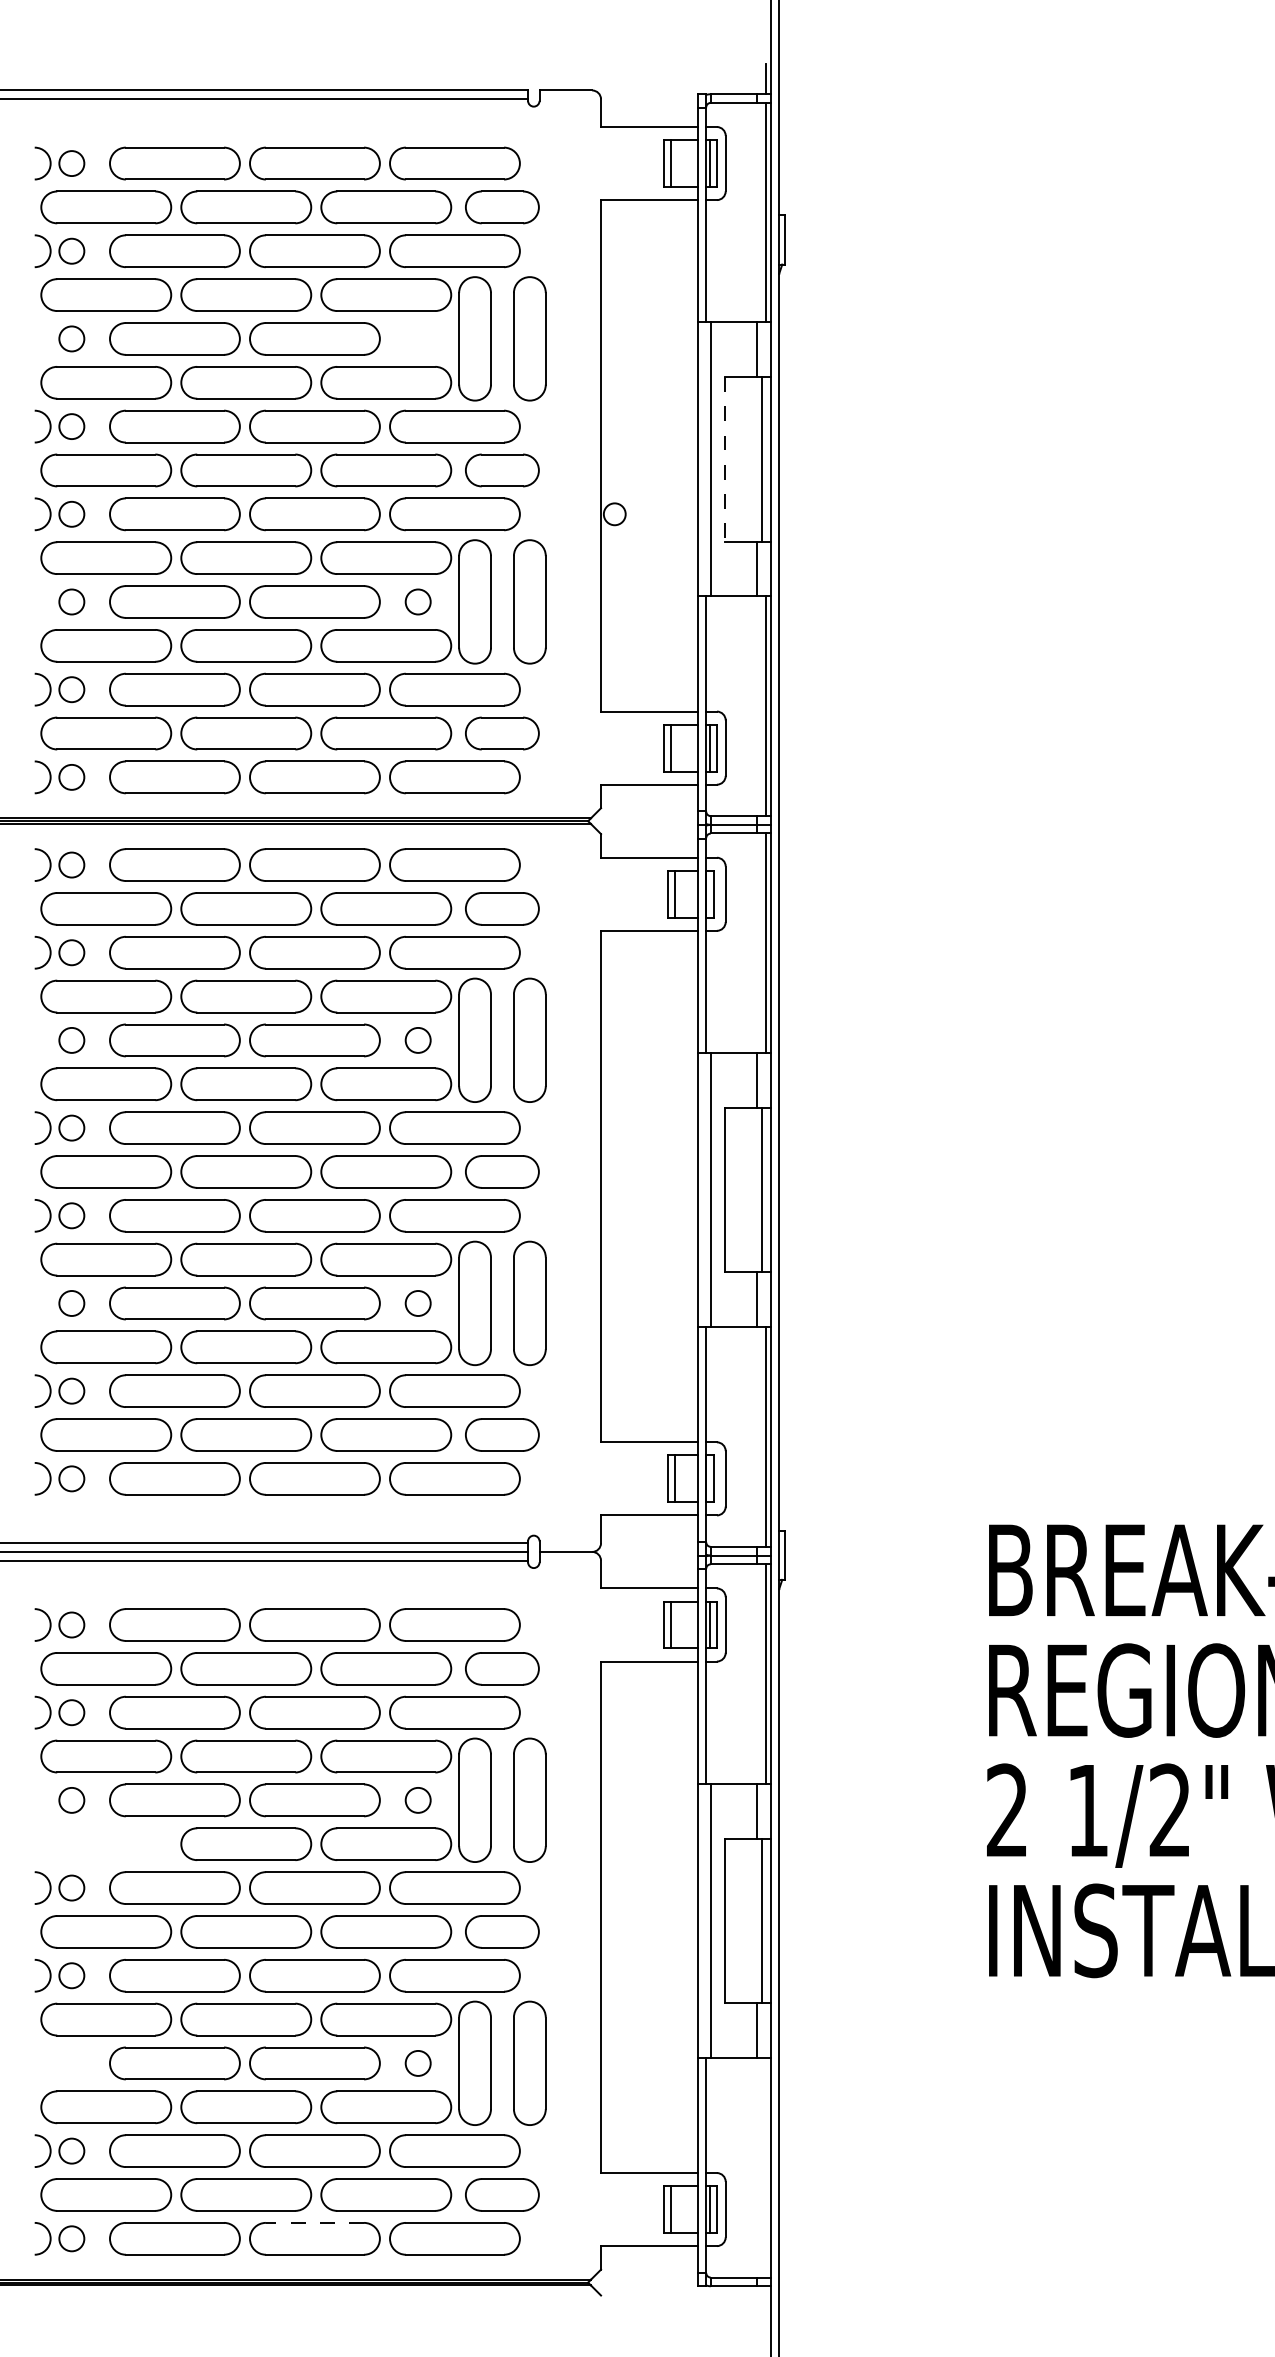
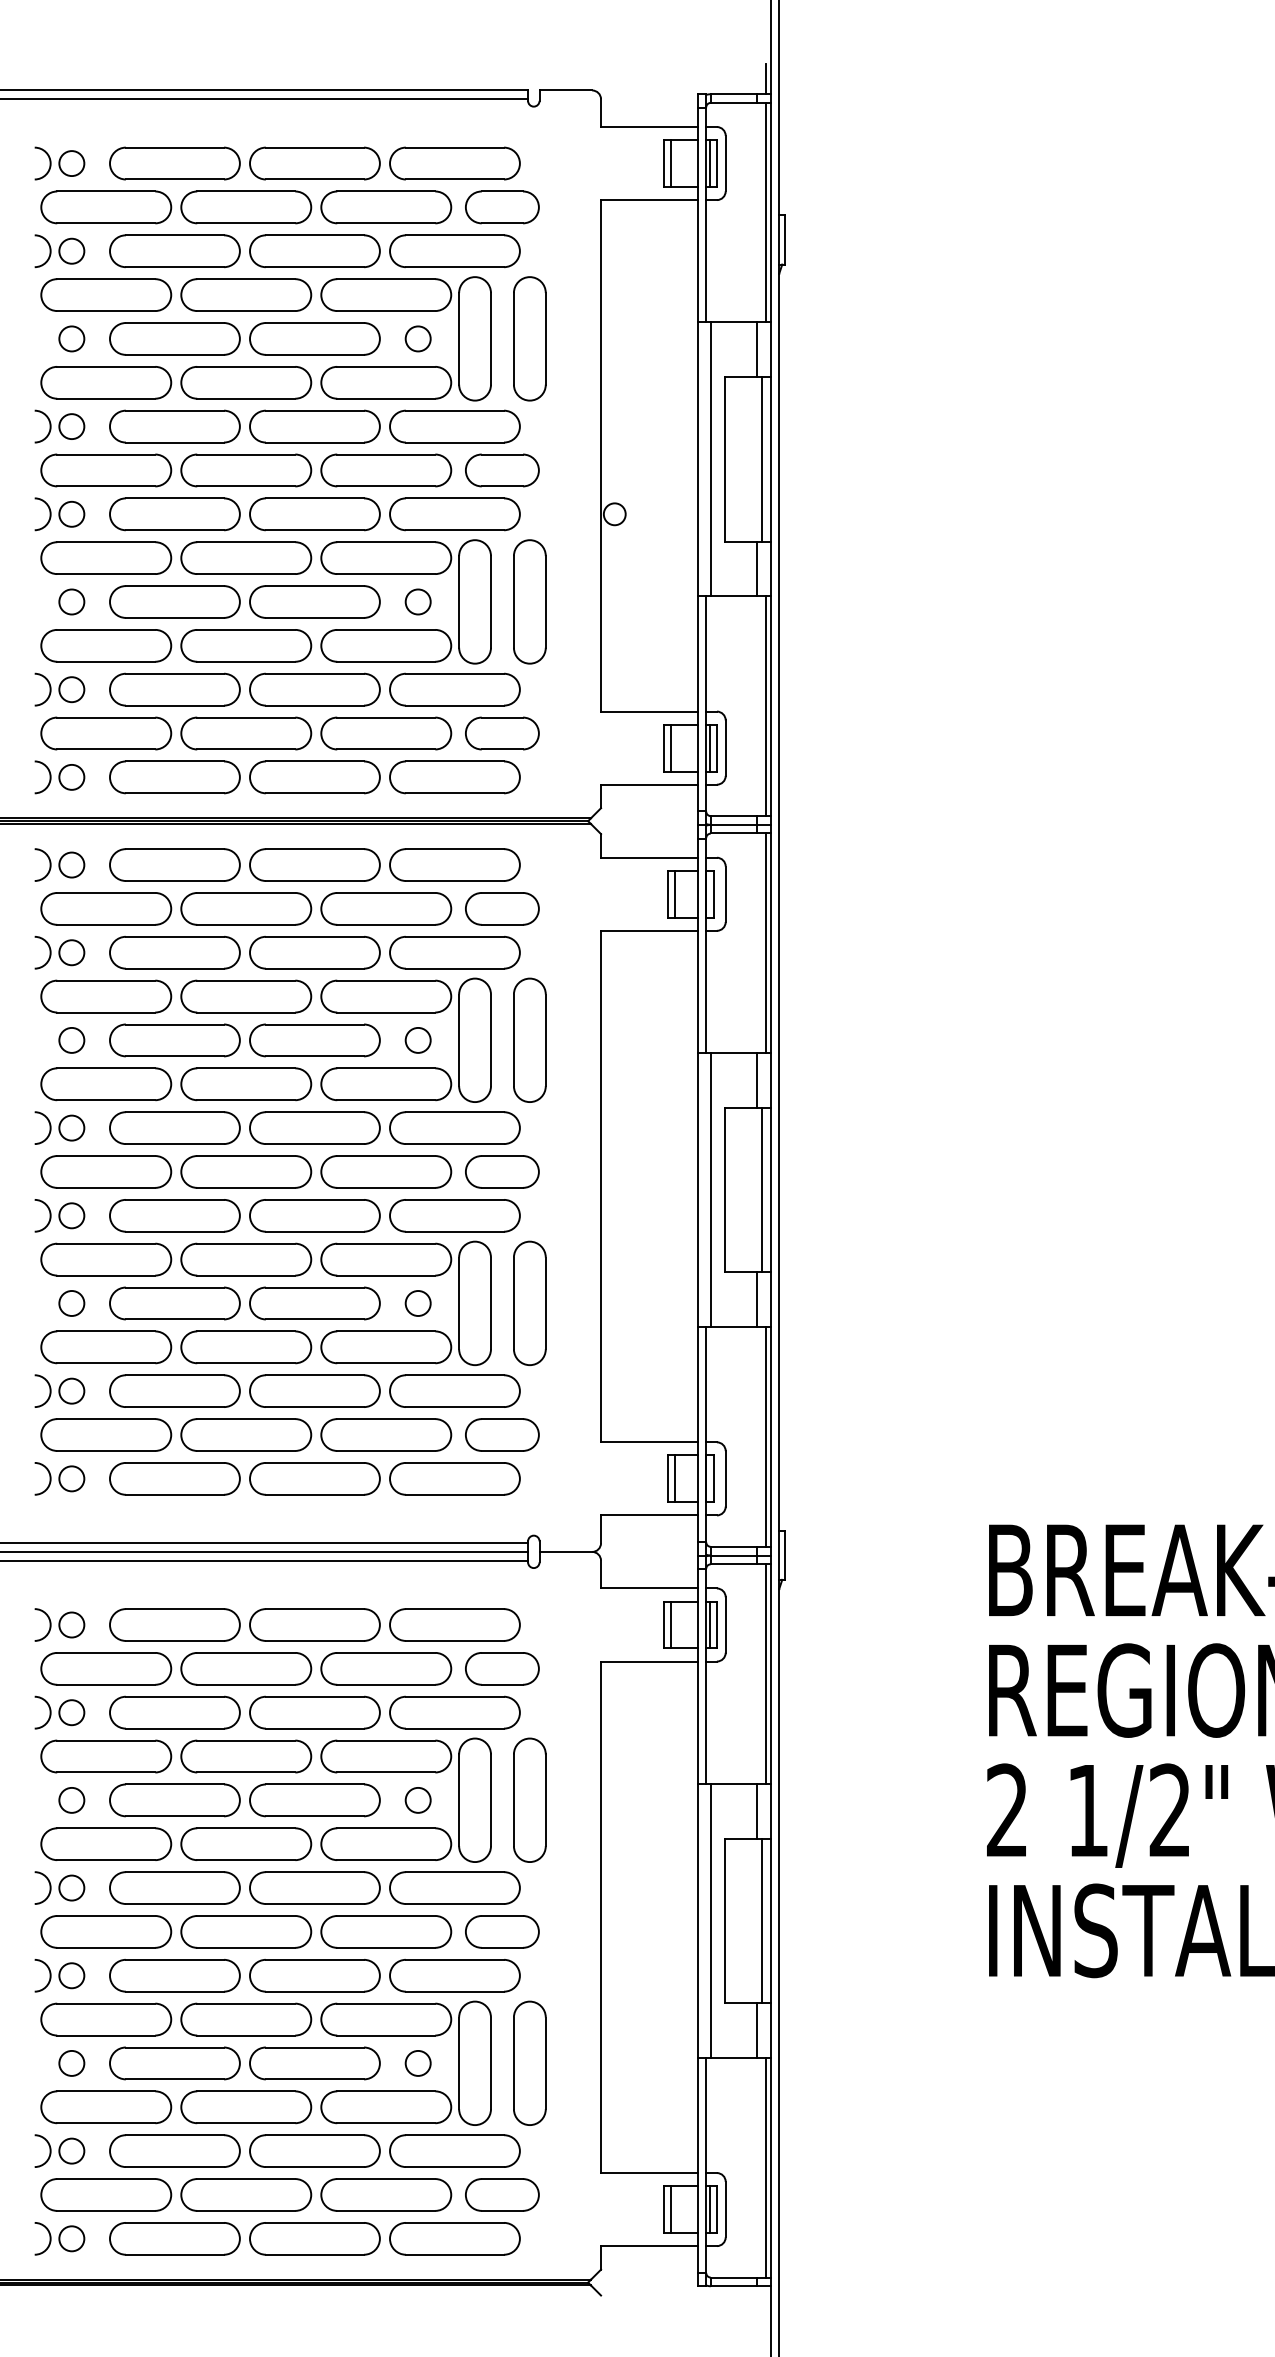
circle at (417, 338): none -> present
line at (724, 459): dashed -> solid
part at (106, 1843): none -> present
circle at (71, 2063): none -> present
line at (766, 2167): none -> present
line at (314, 2222): dashed -> solid
